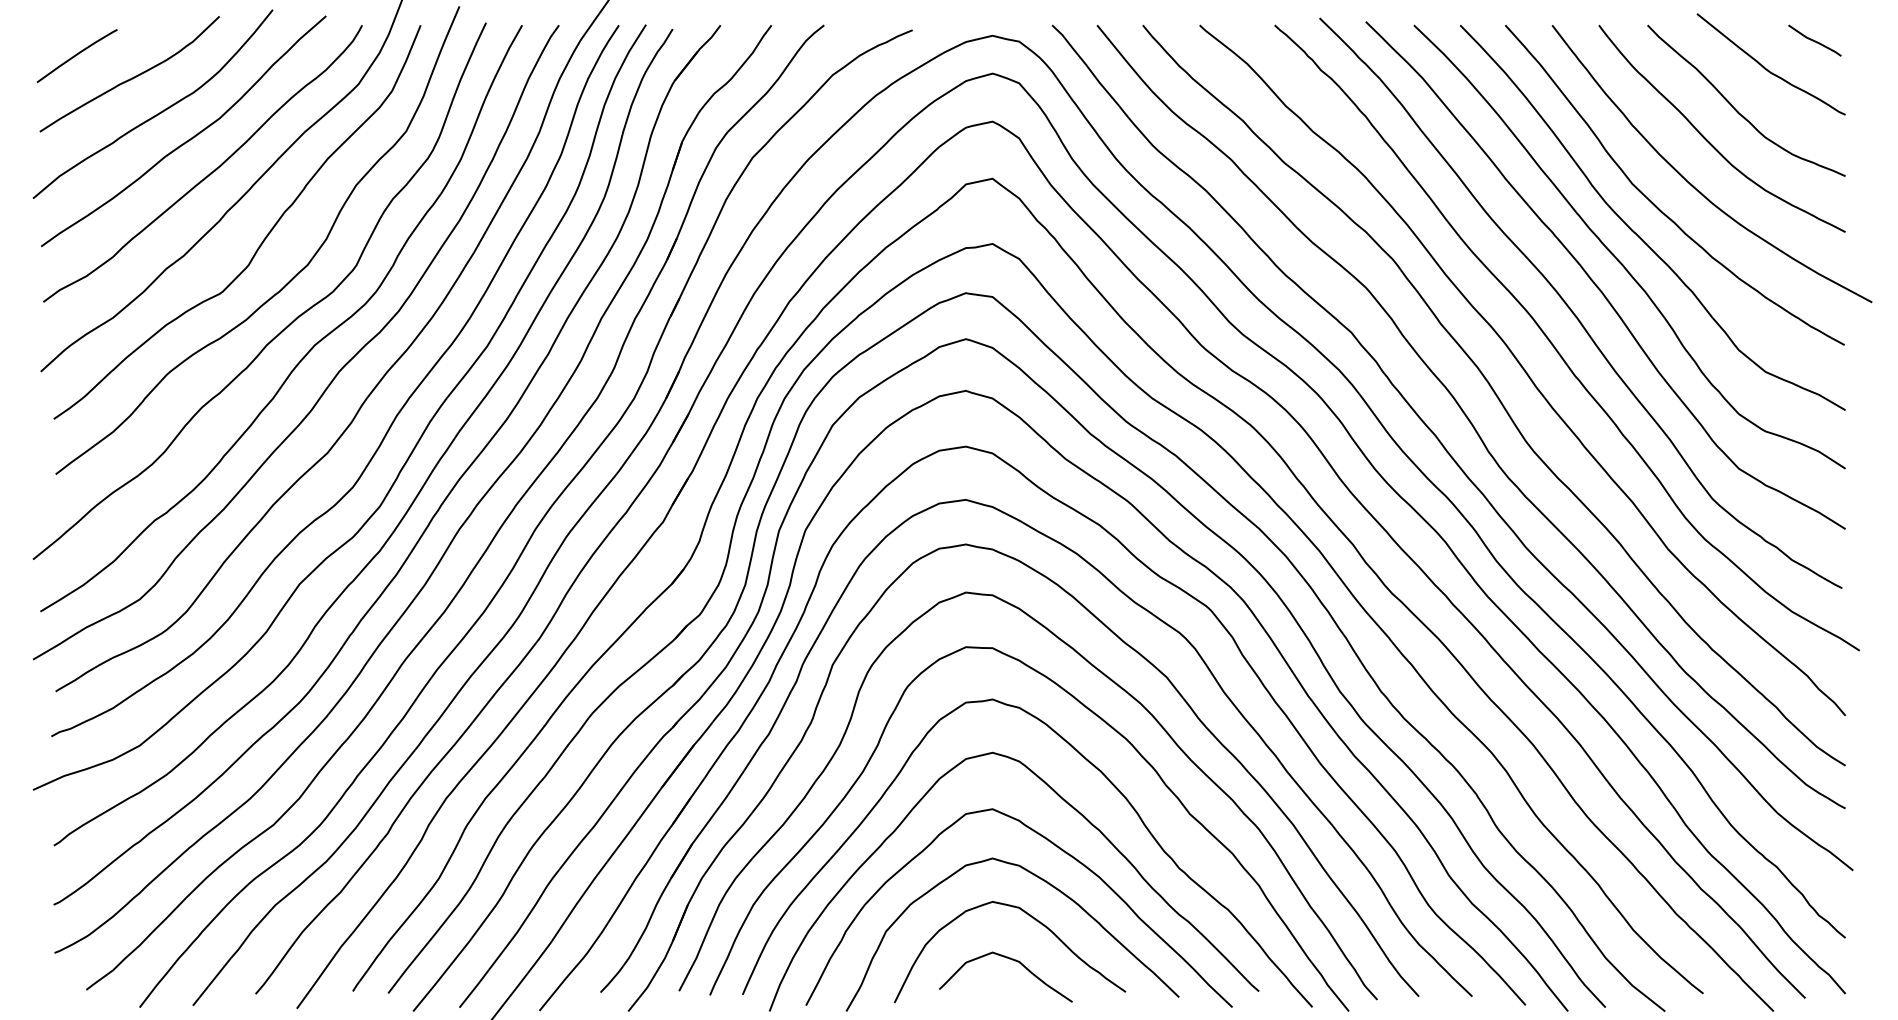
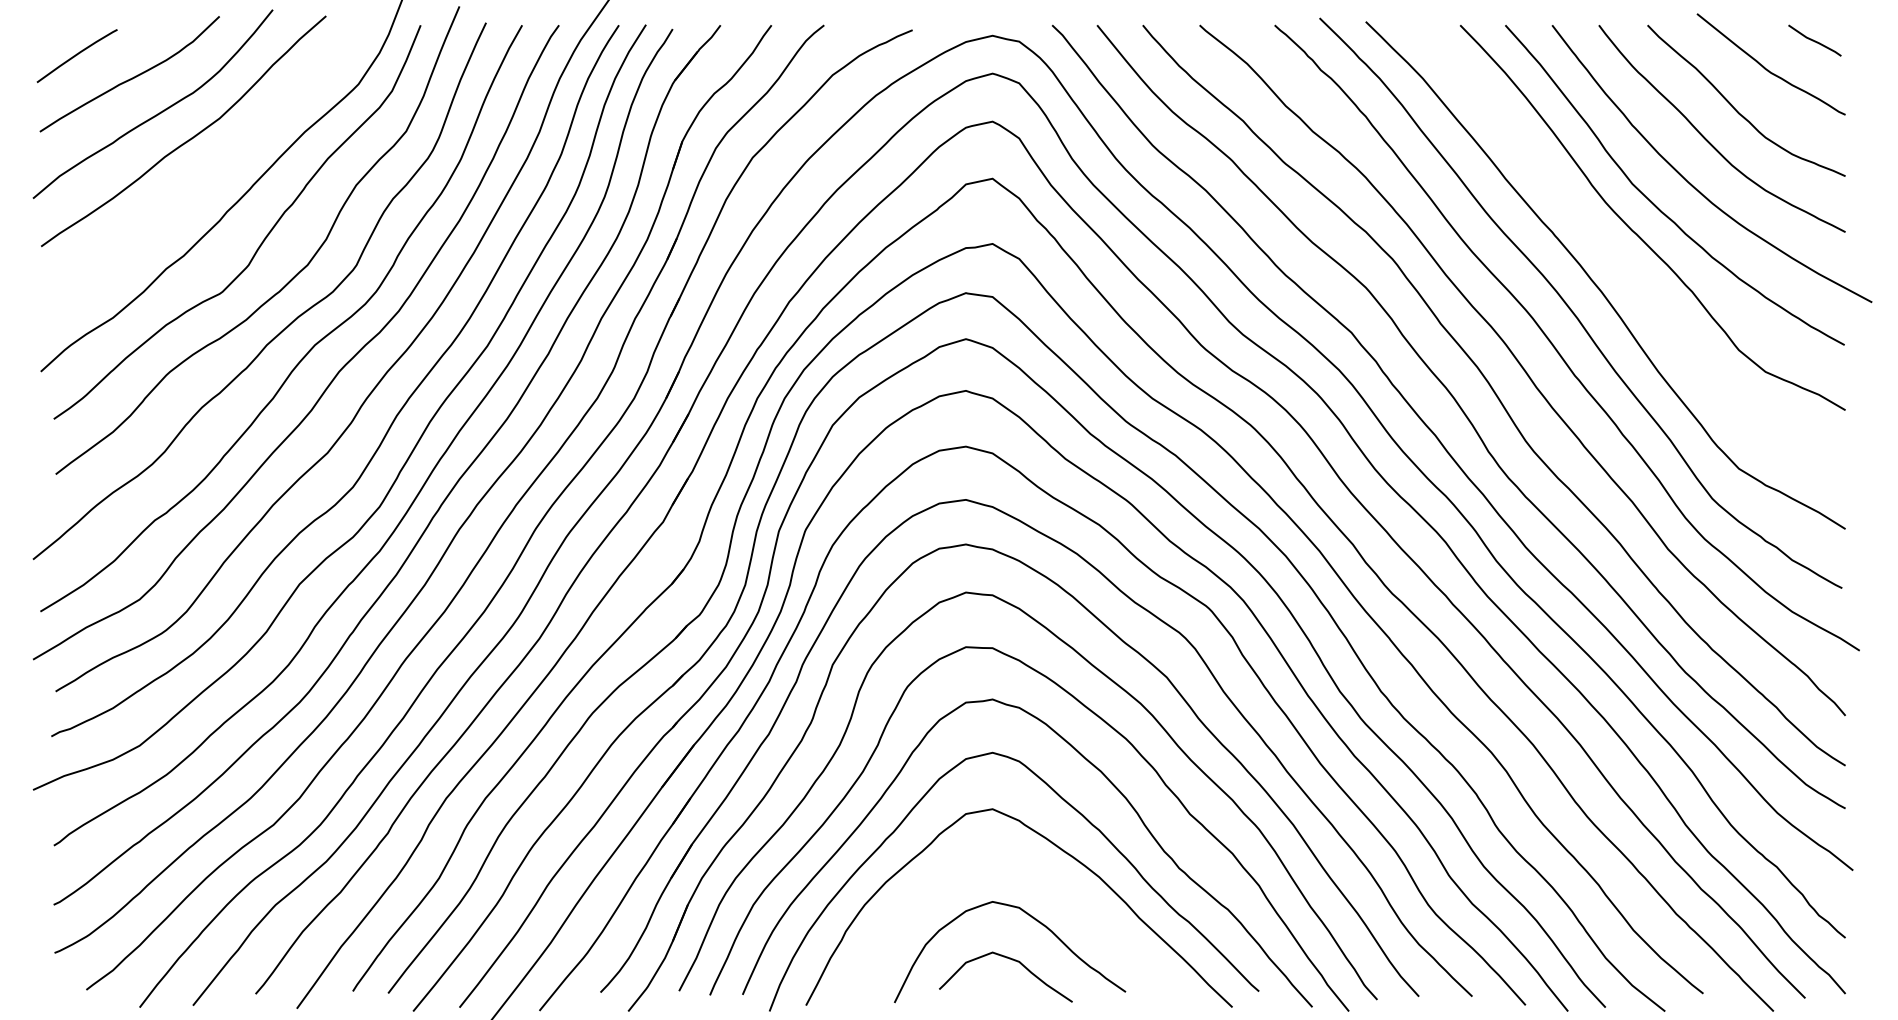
curve at (210, 172): present -> none
curve at (1615, 255): present -> none
curve at (1043, 881): present -> none
